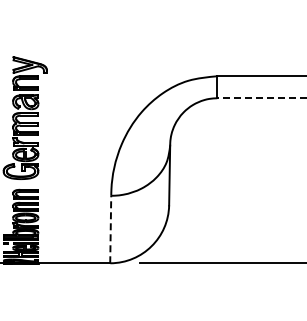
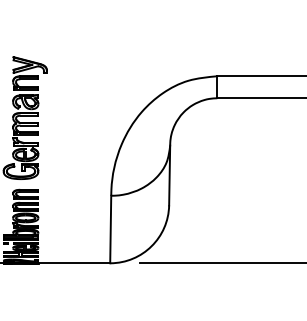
line at (261, 98): dashed -> solid
line at (110, 229): dashed -> solid
